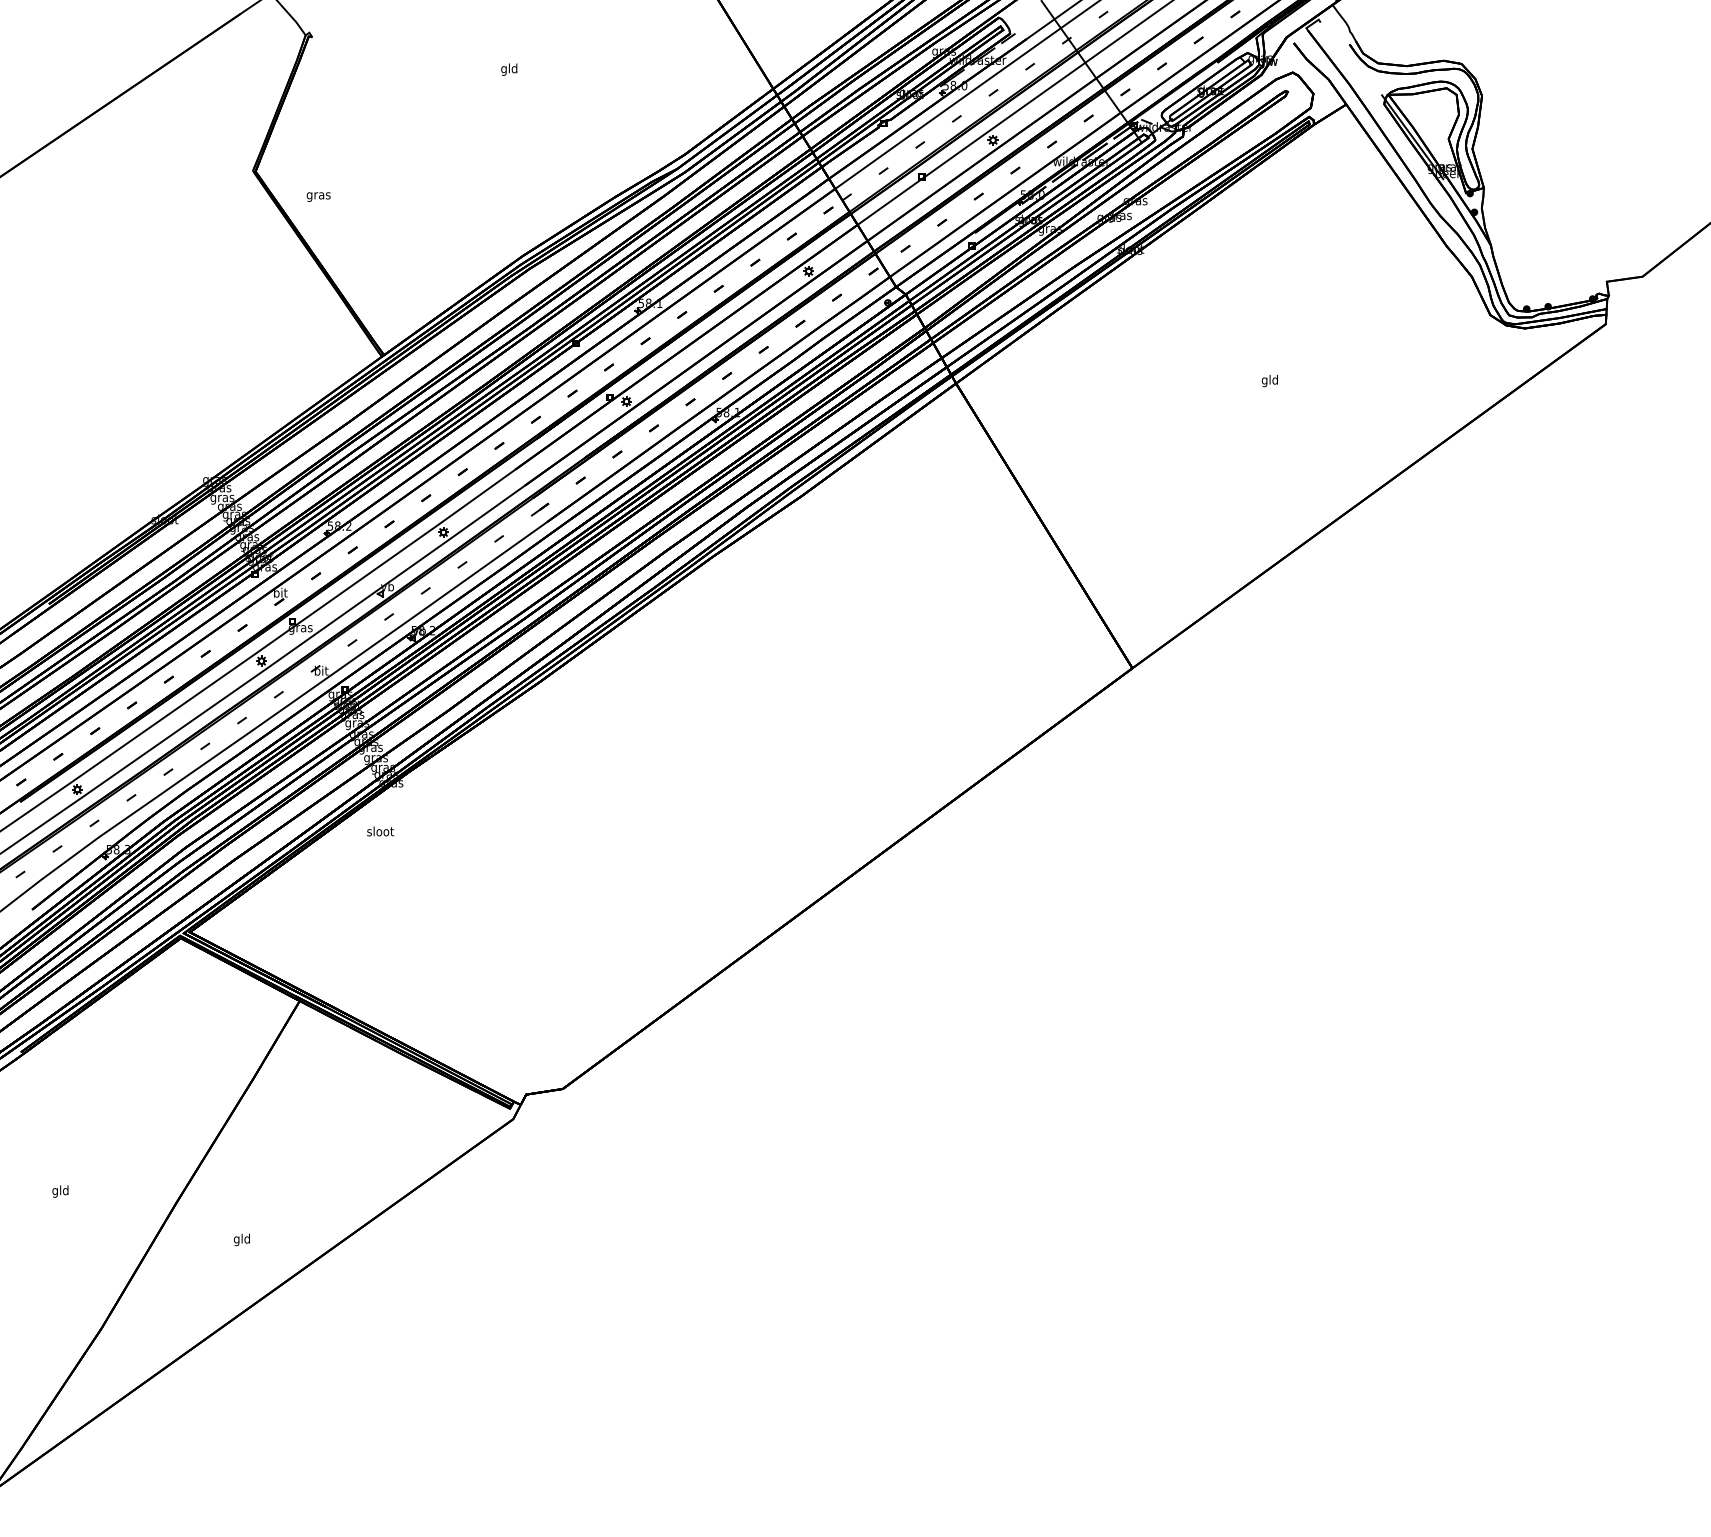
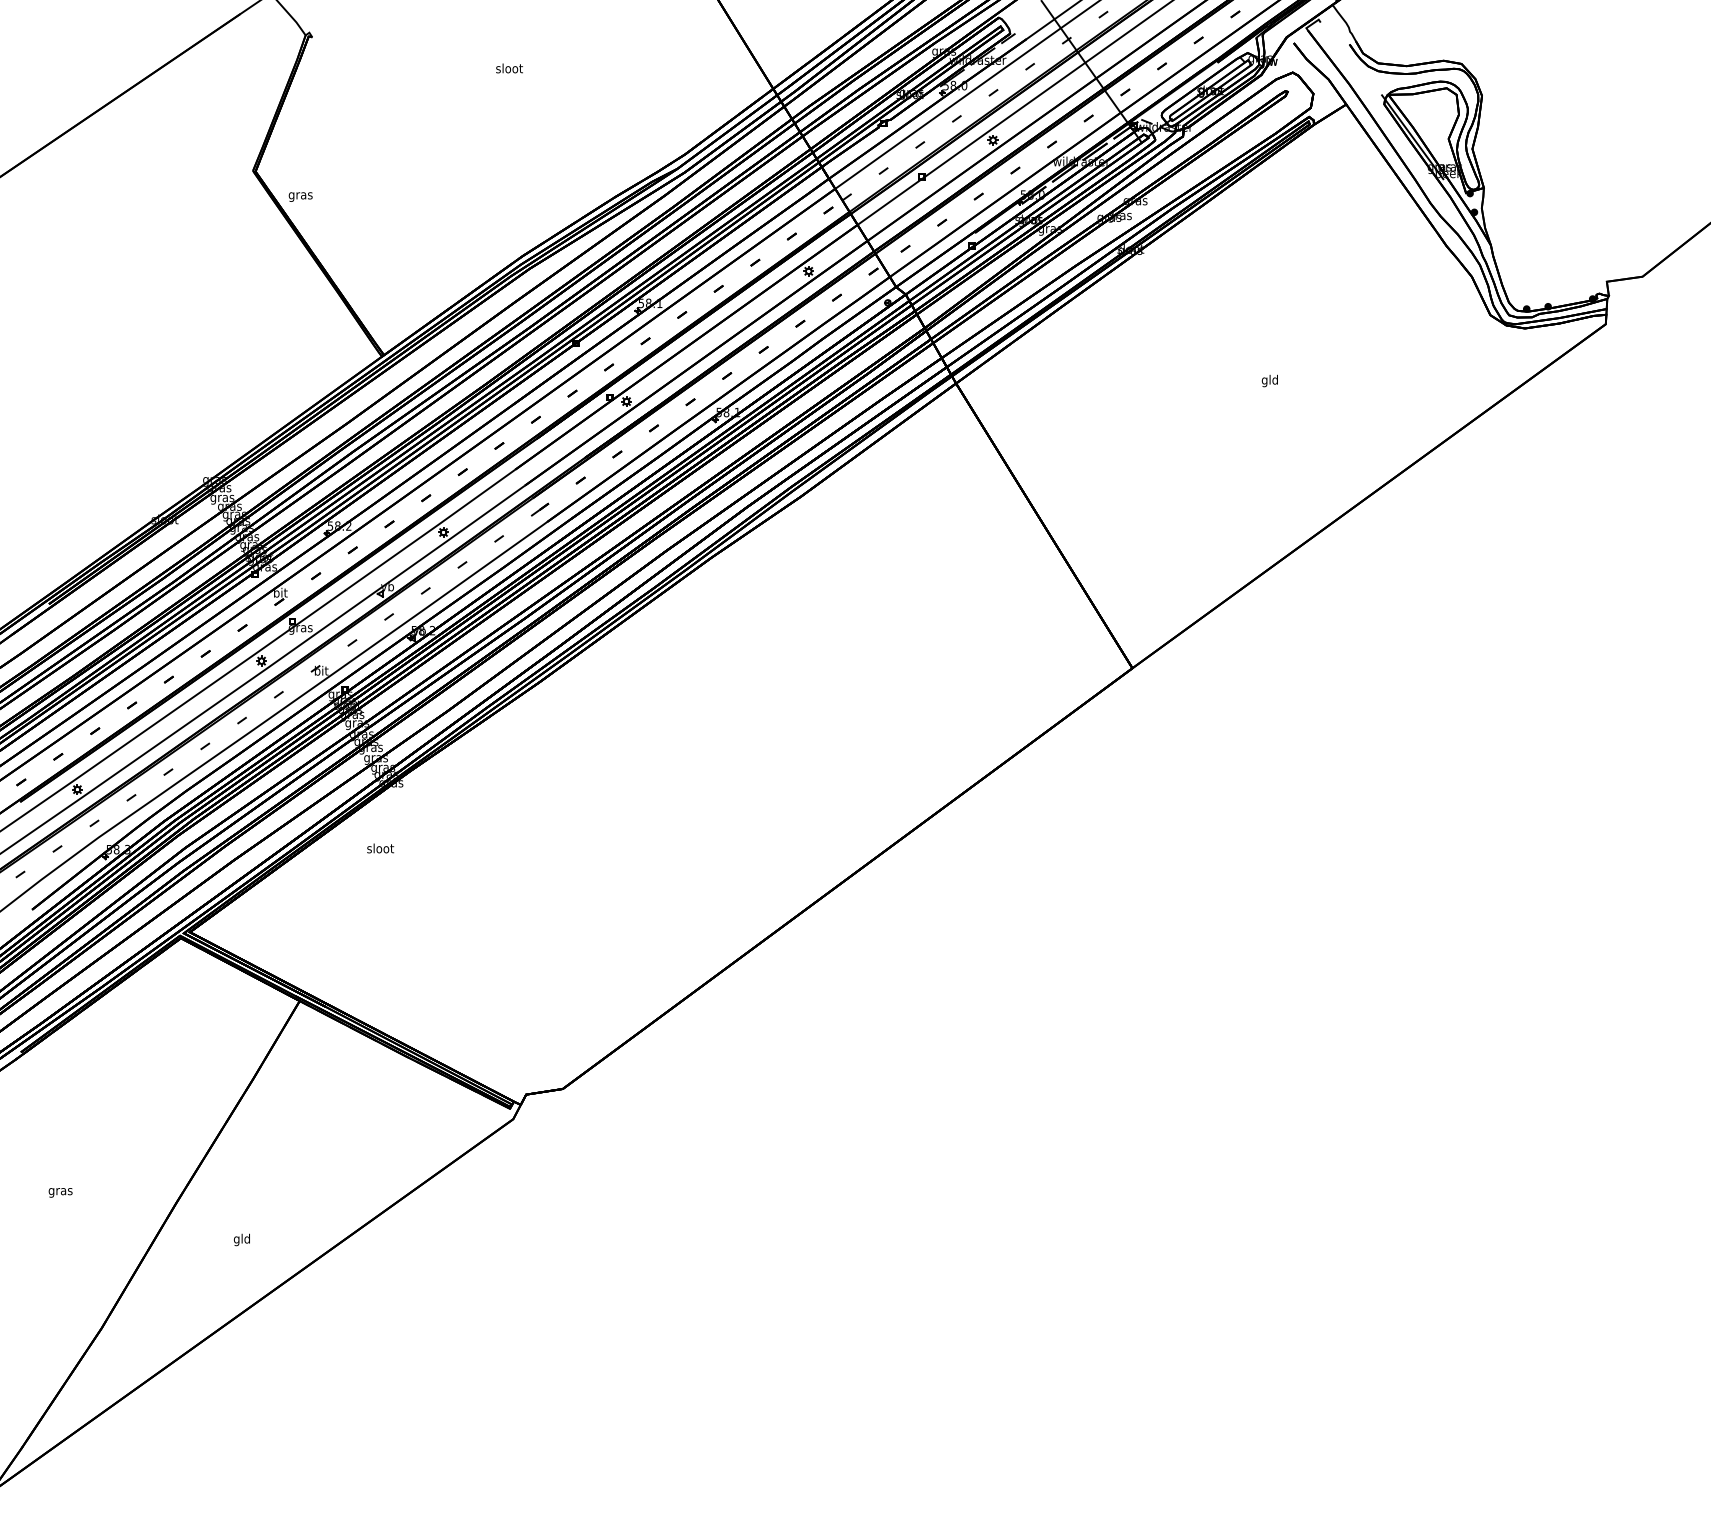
text at (509, 69): gld -> sloot
text at (318, 196) position: (318, 196) -> (300, 196)
text at (380, 831) position: (380, 831) -> (380, 848)
text at (60, 1191): gld -> gras
